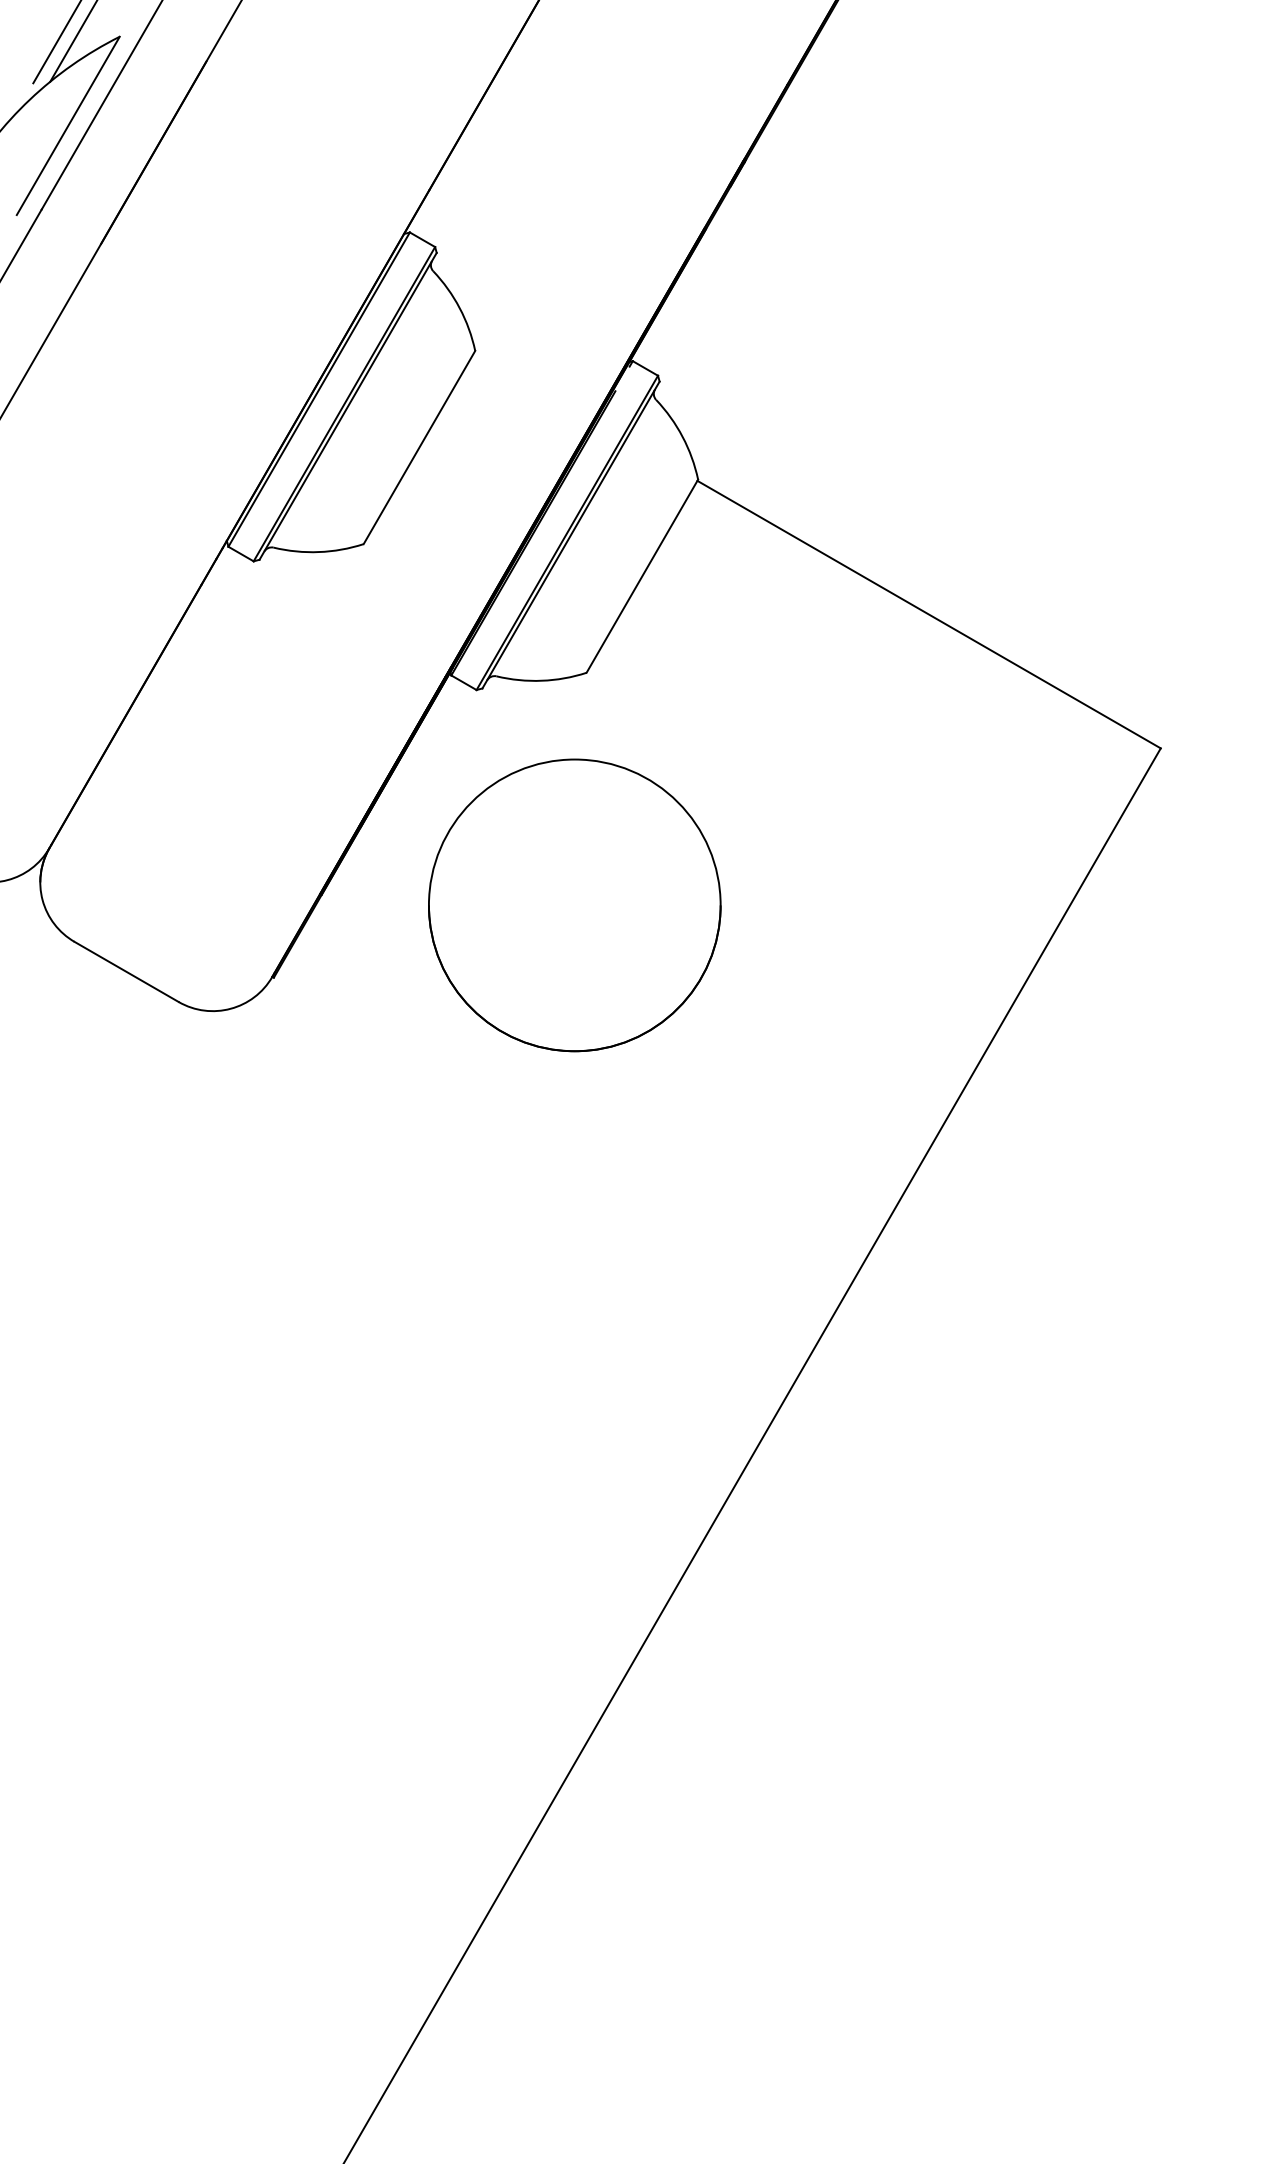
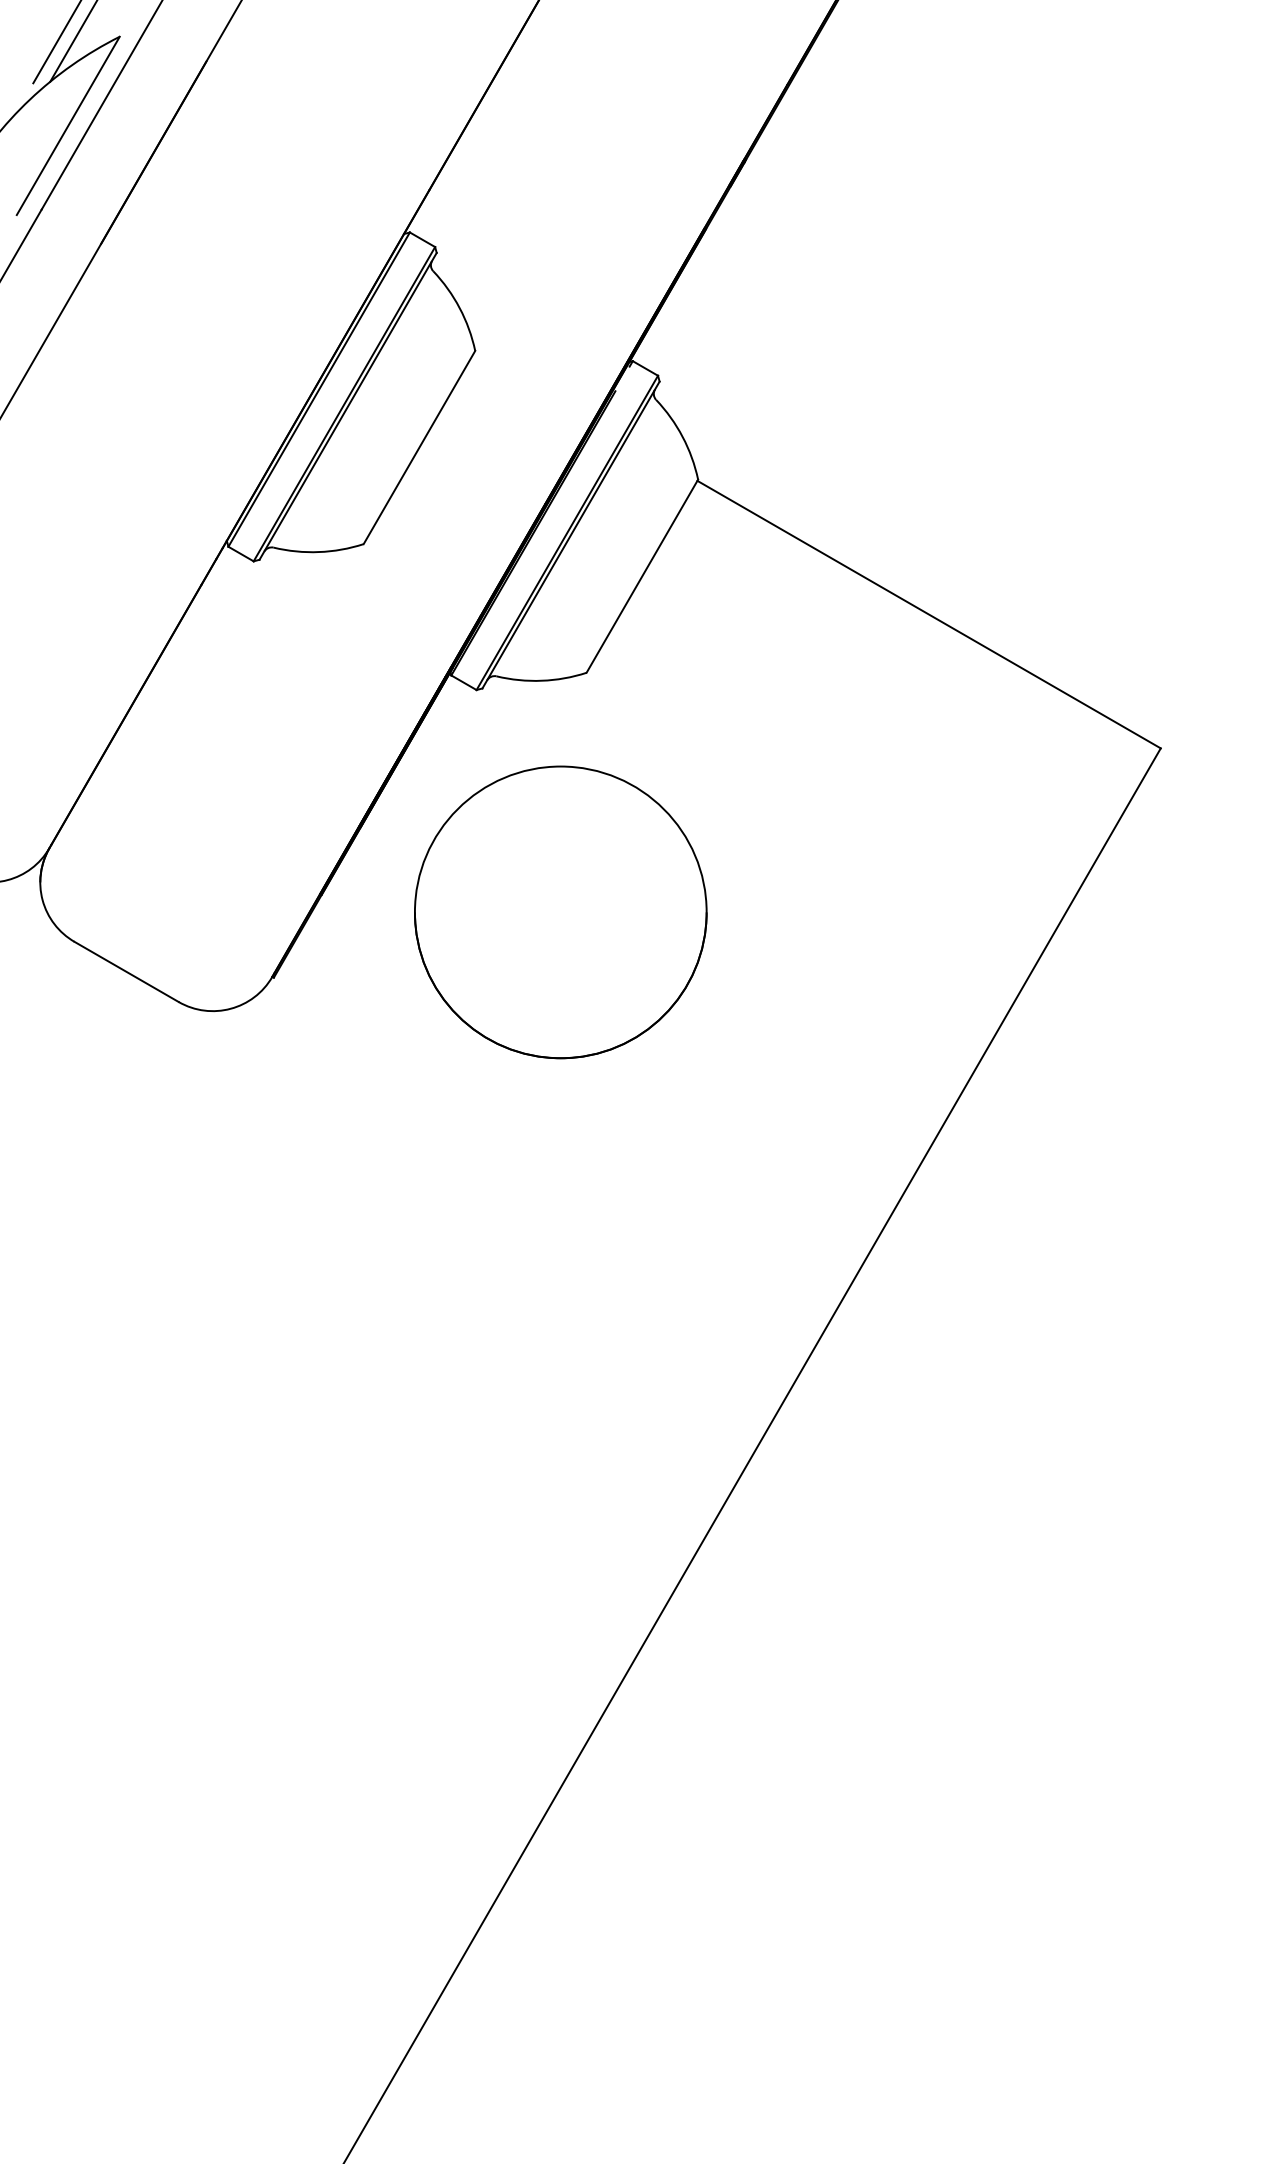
part at (574, 905) position: (574, 905) -> (560, 912)
